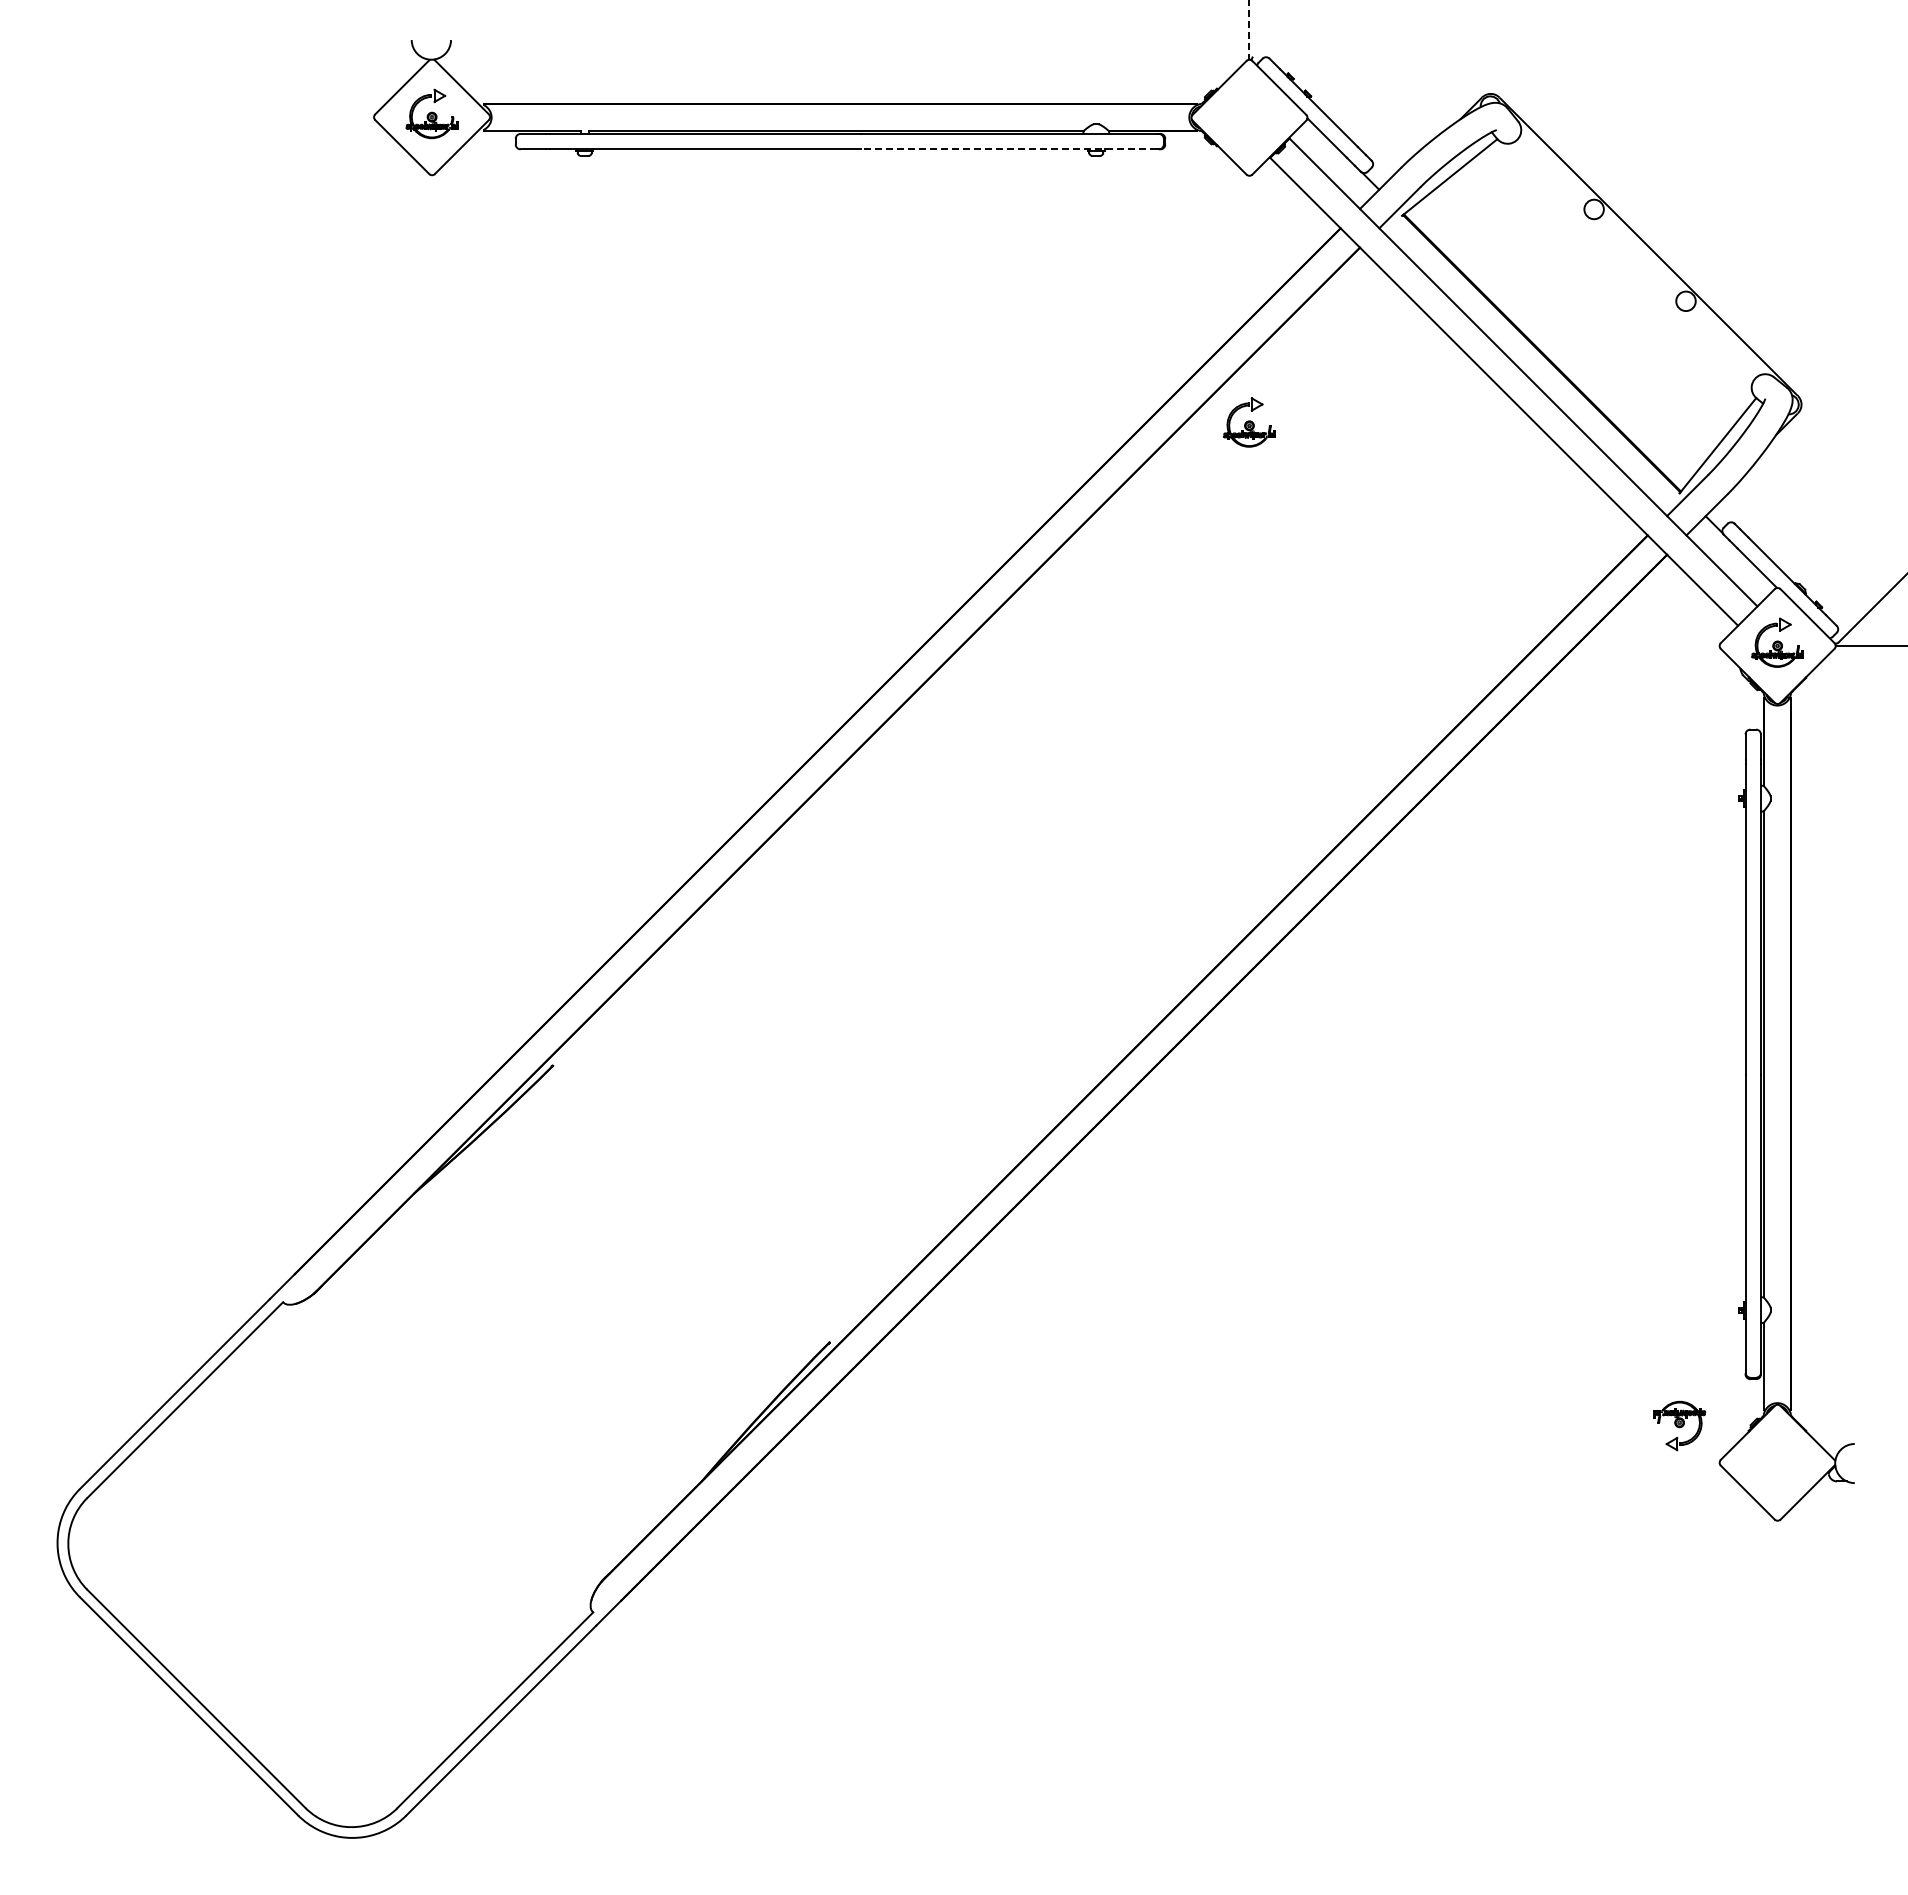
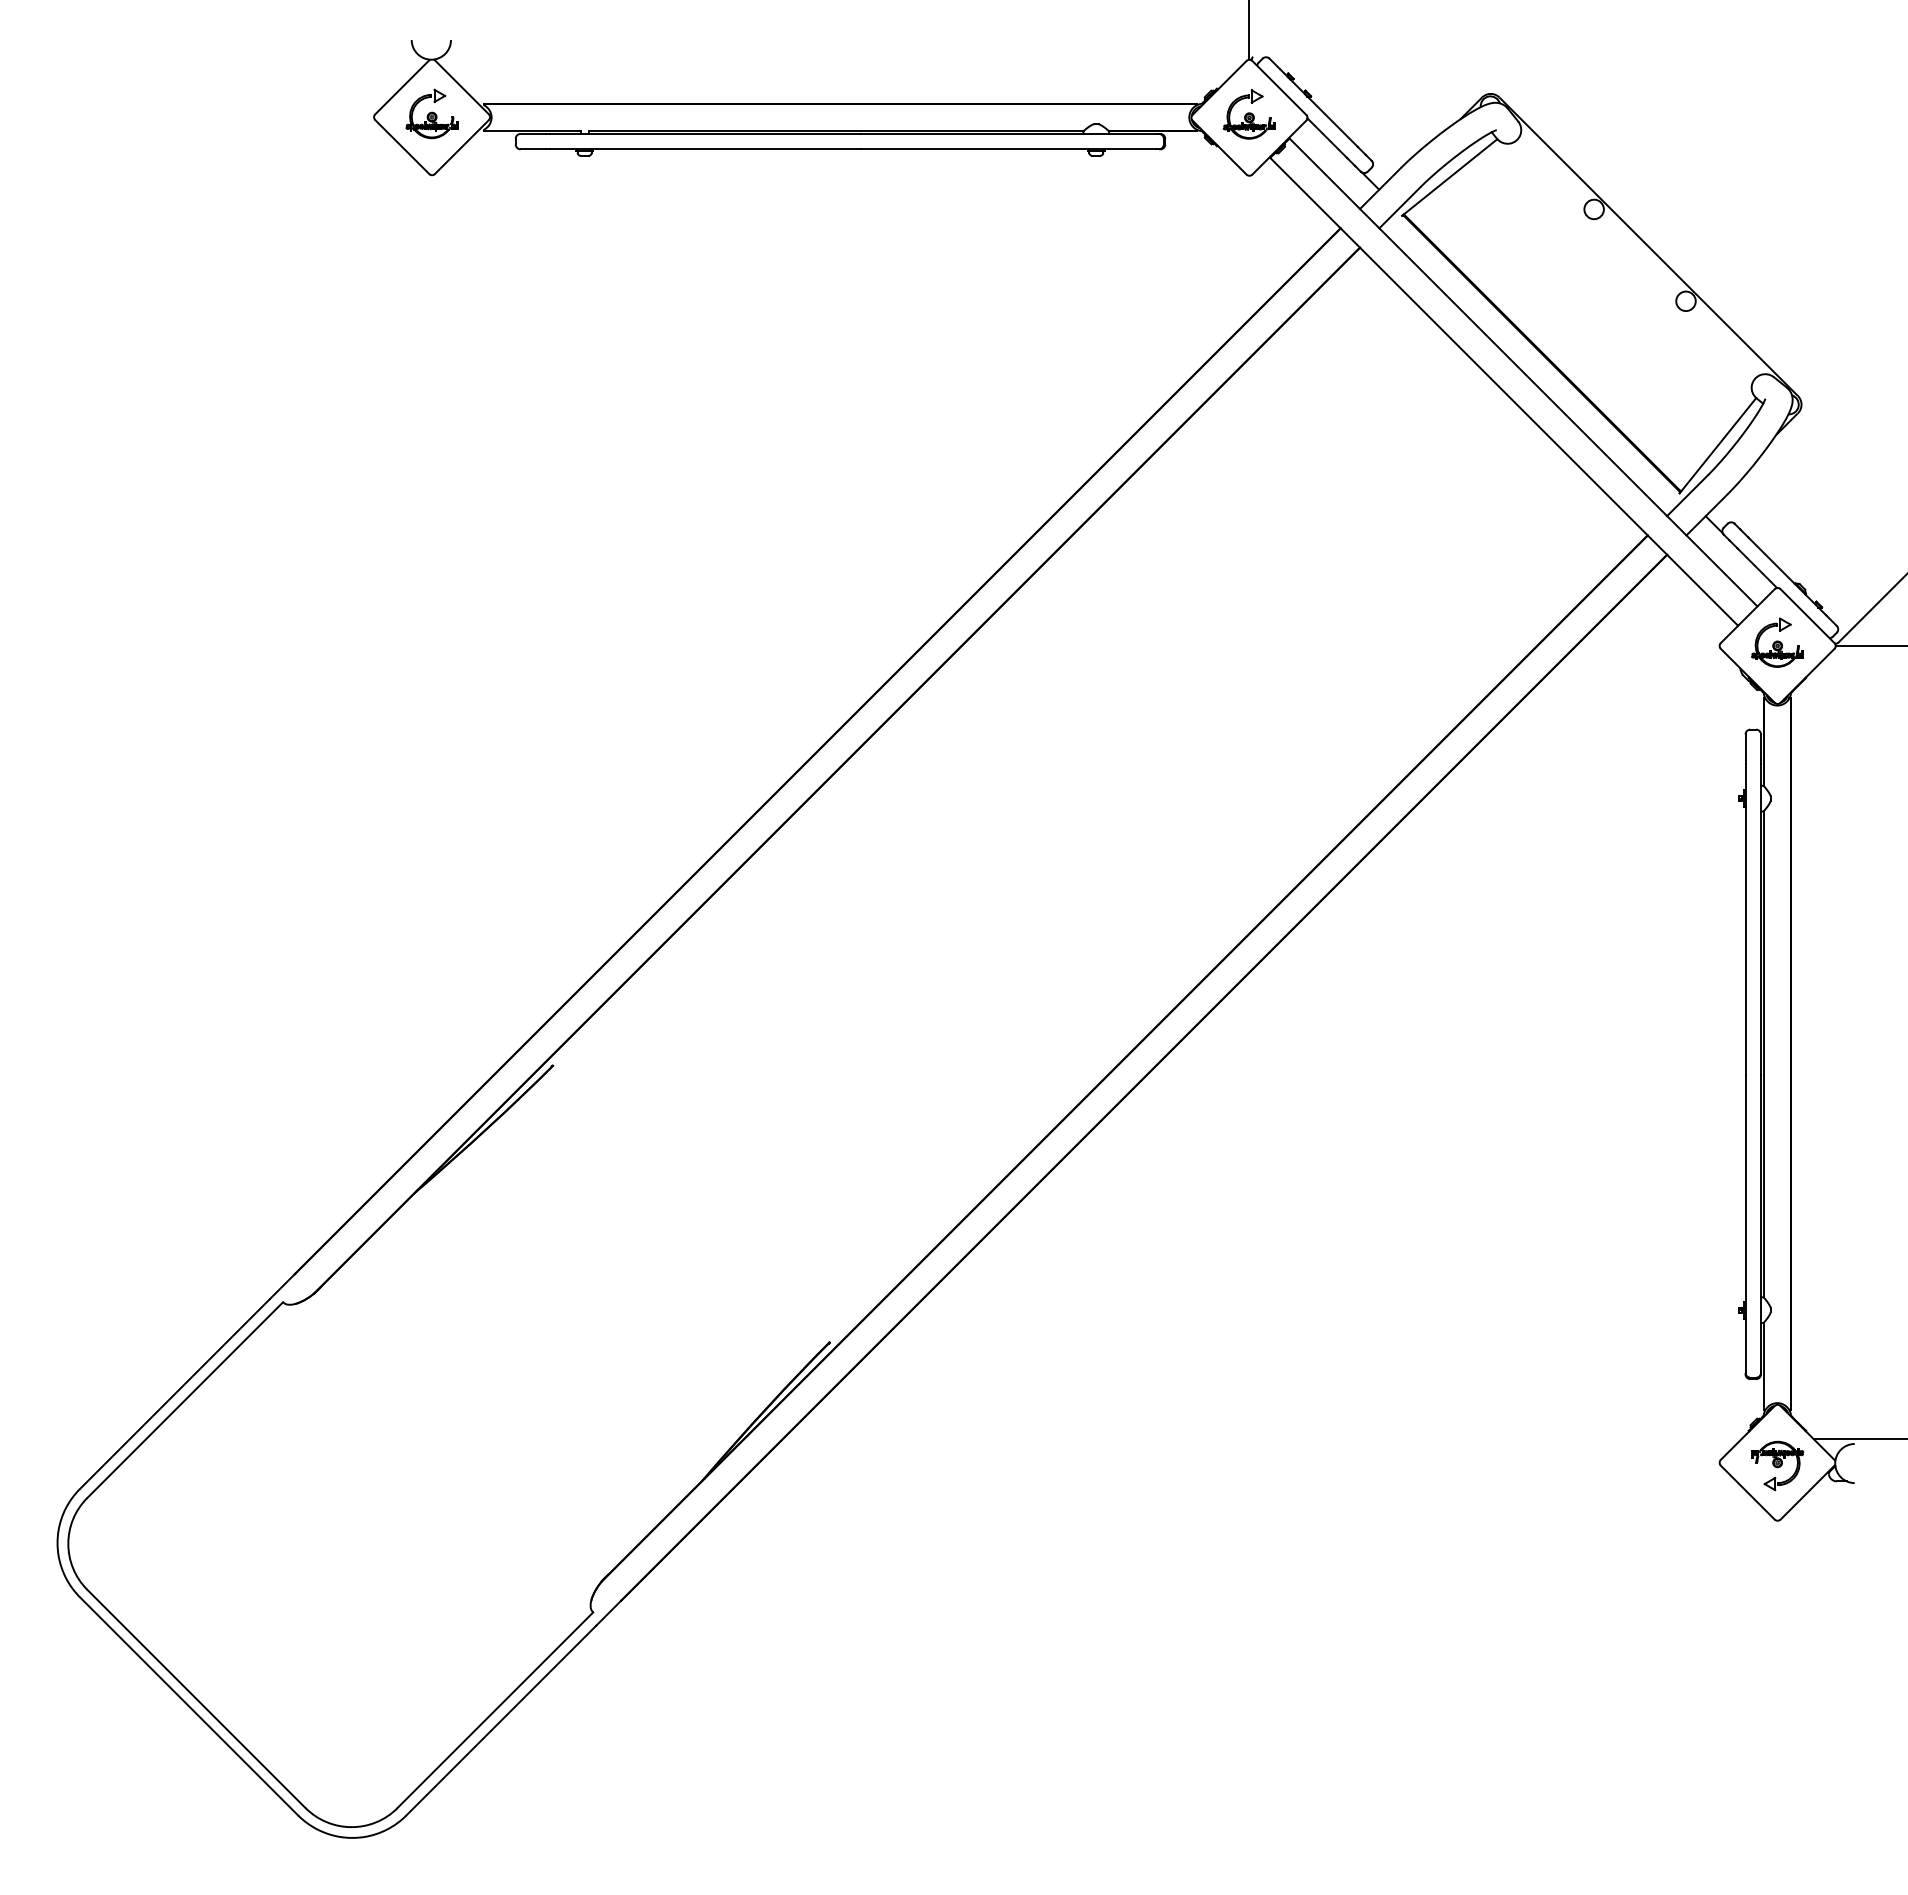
line at (1248, 28): dashed -> solid
line at (1008, 149): dashed -> solid
part at (1248, 422) position: (1248, 422) -> (1248, 114)
part at (1679, 1425) position: (1679, 1425) -> (1777, 1465)
line at (1858, 1439): none -> present
